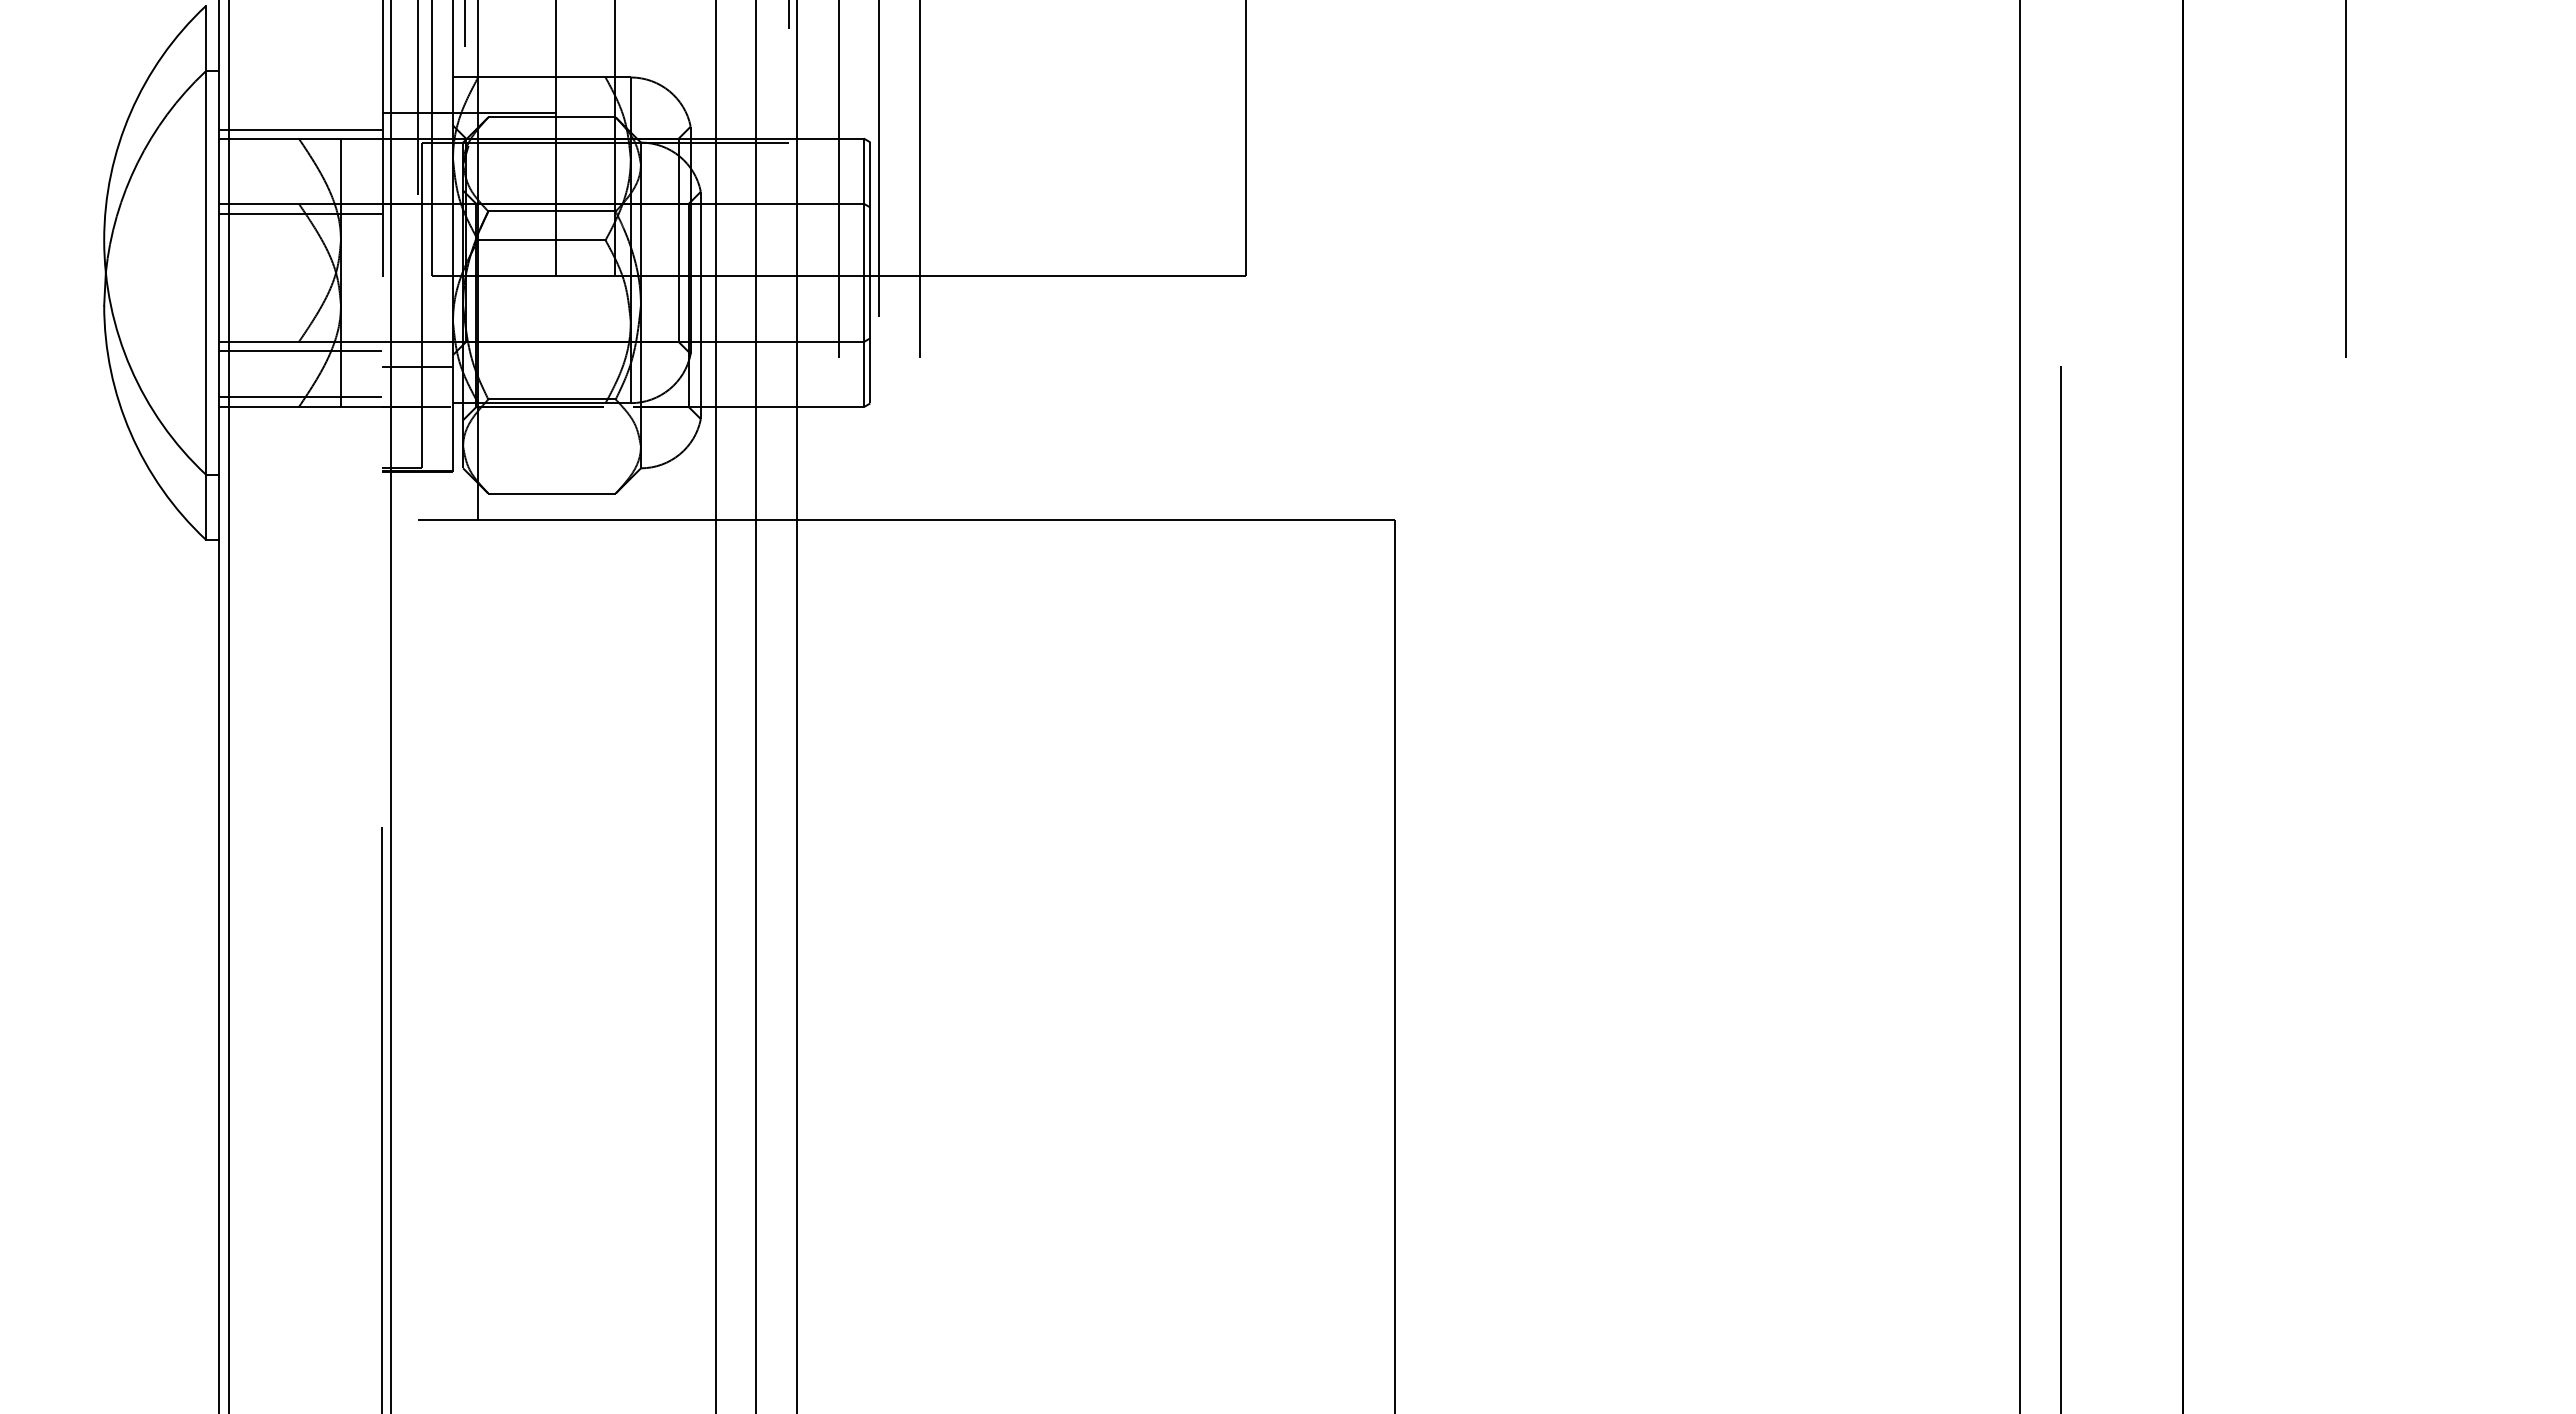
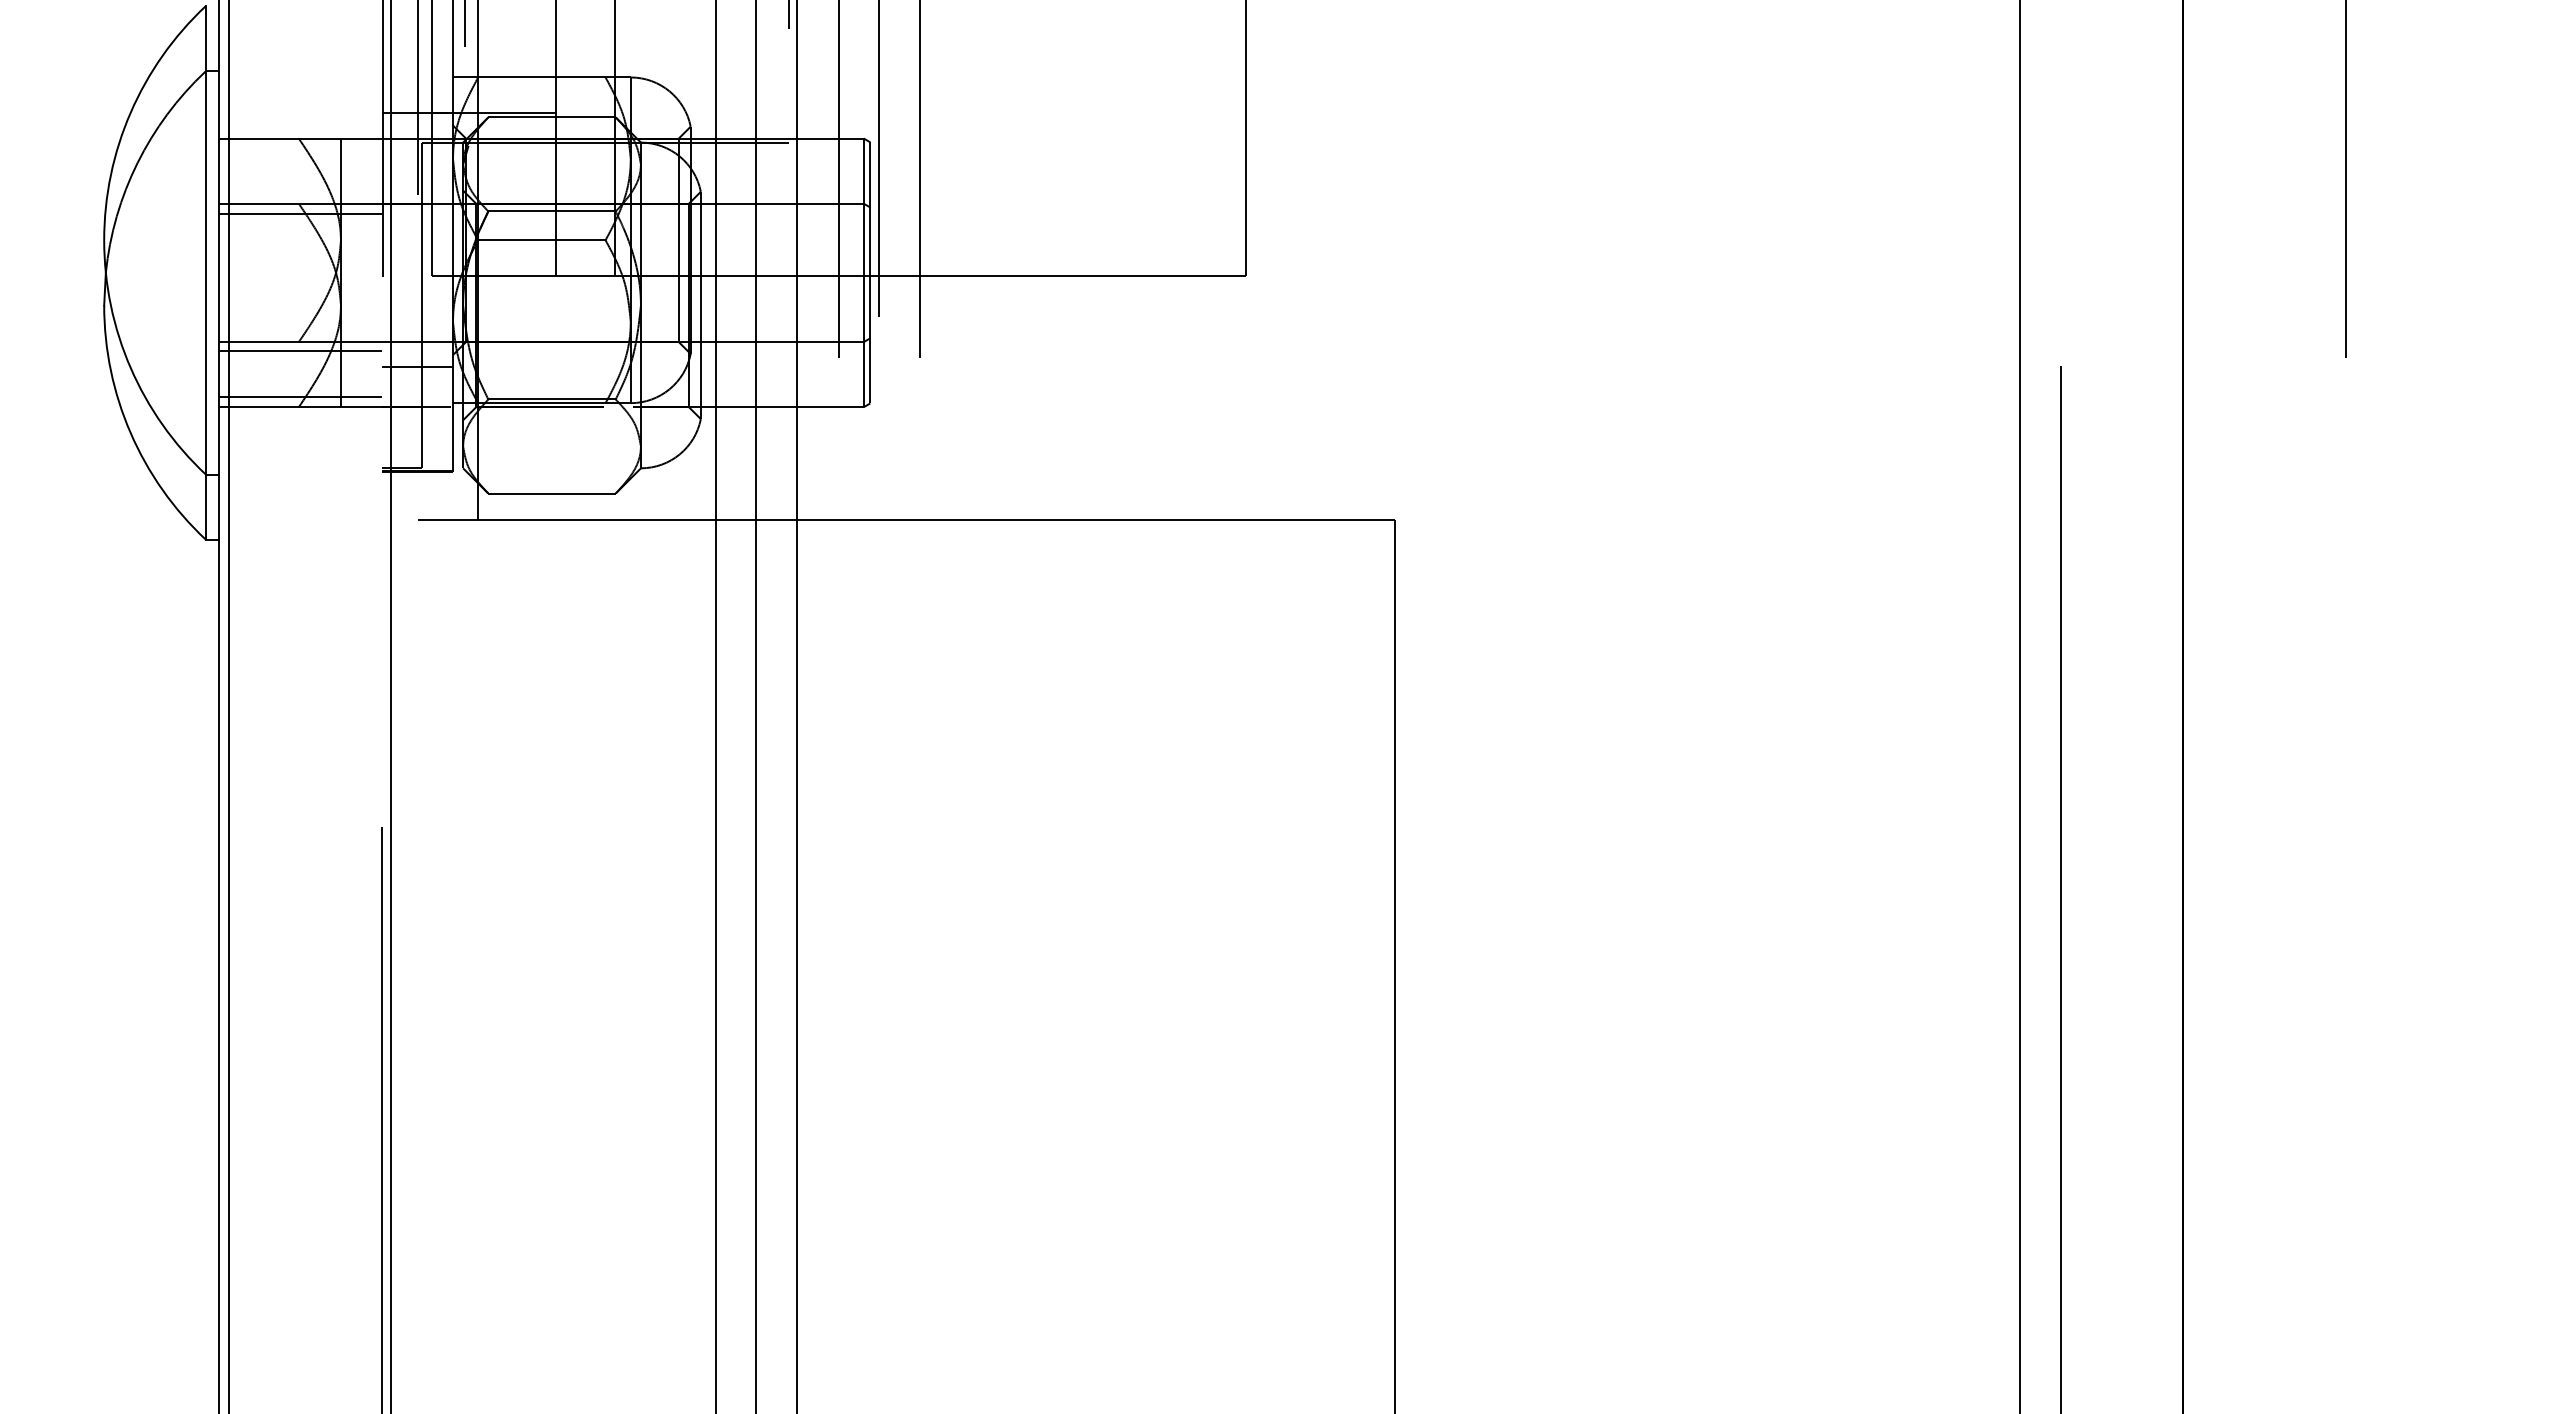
line at (299, 129): present -> none
